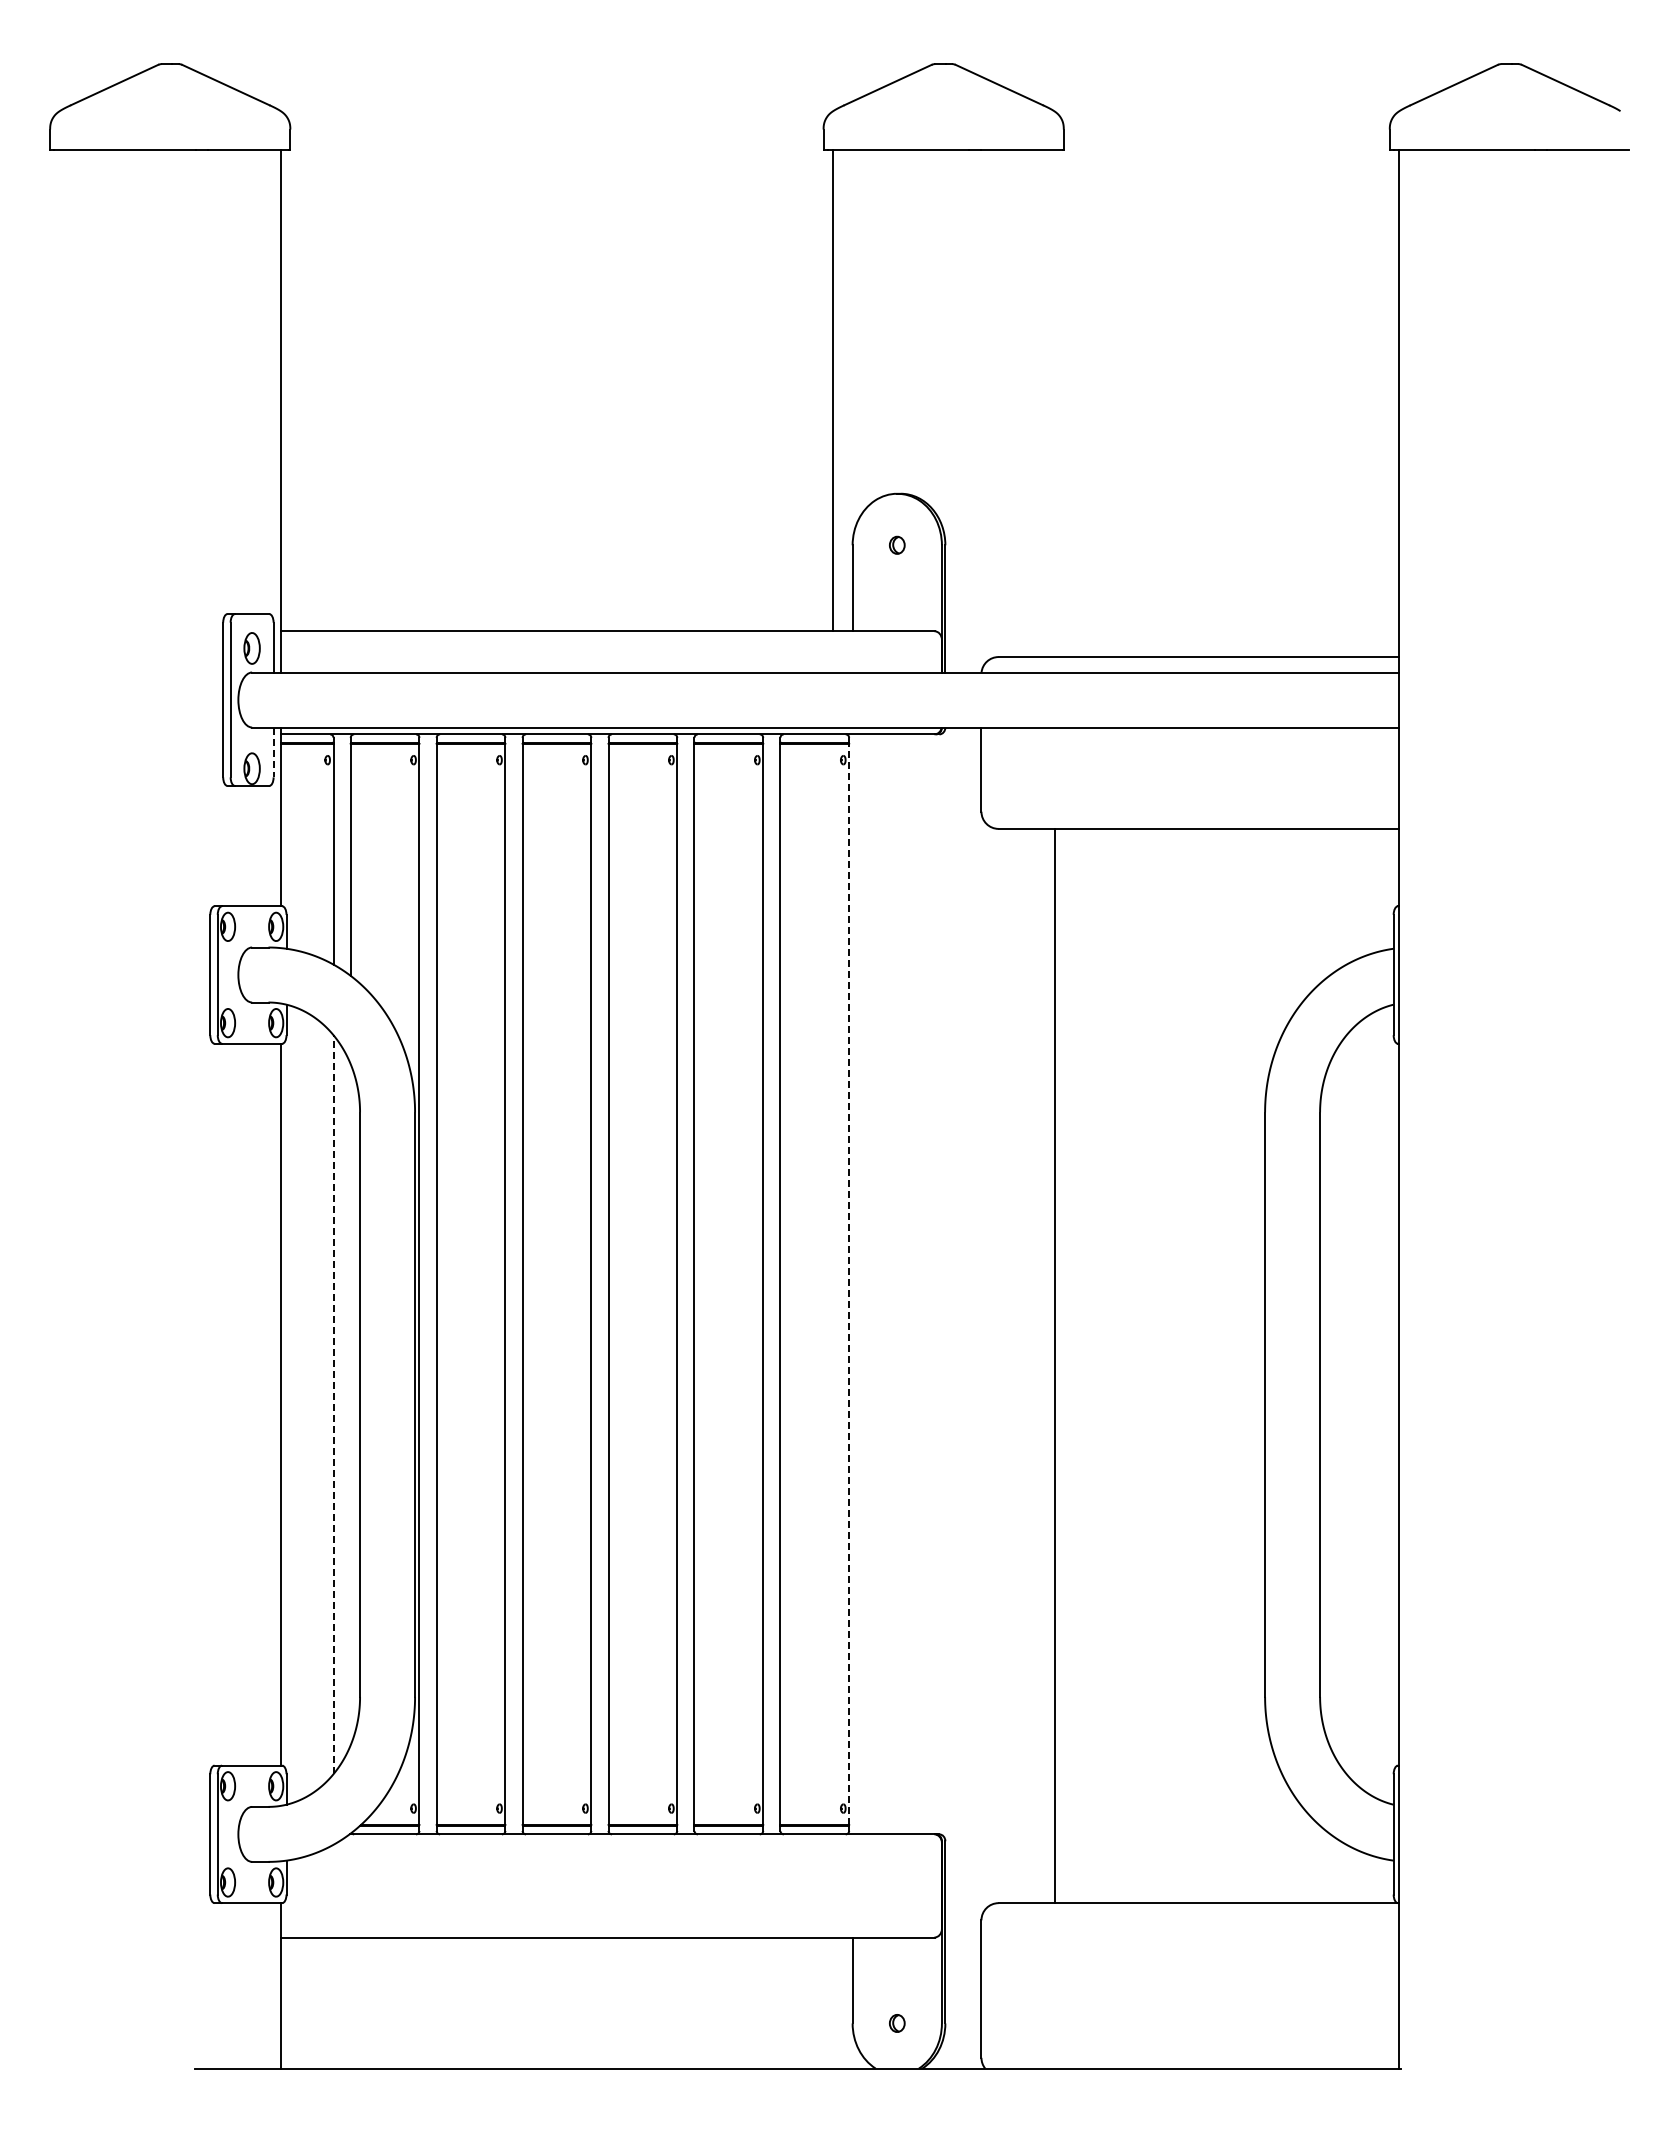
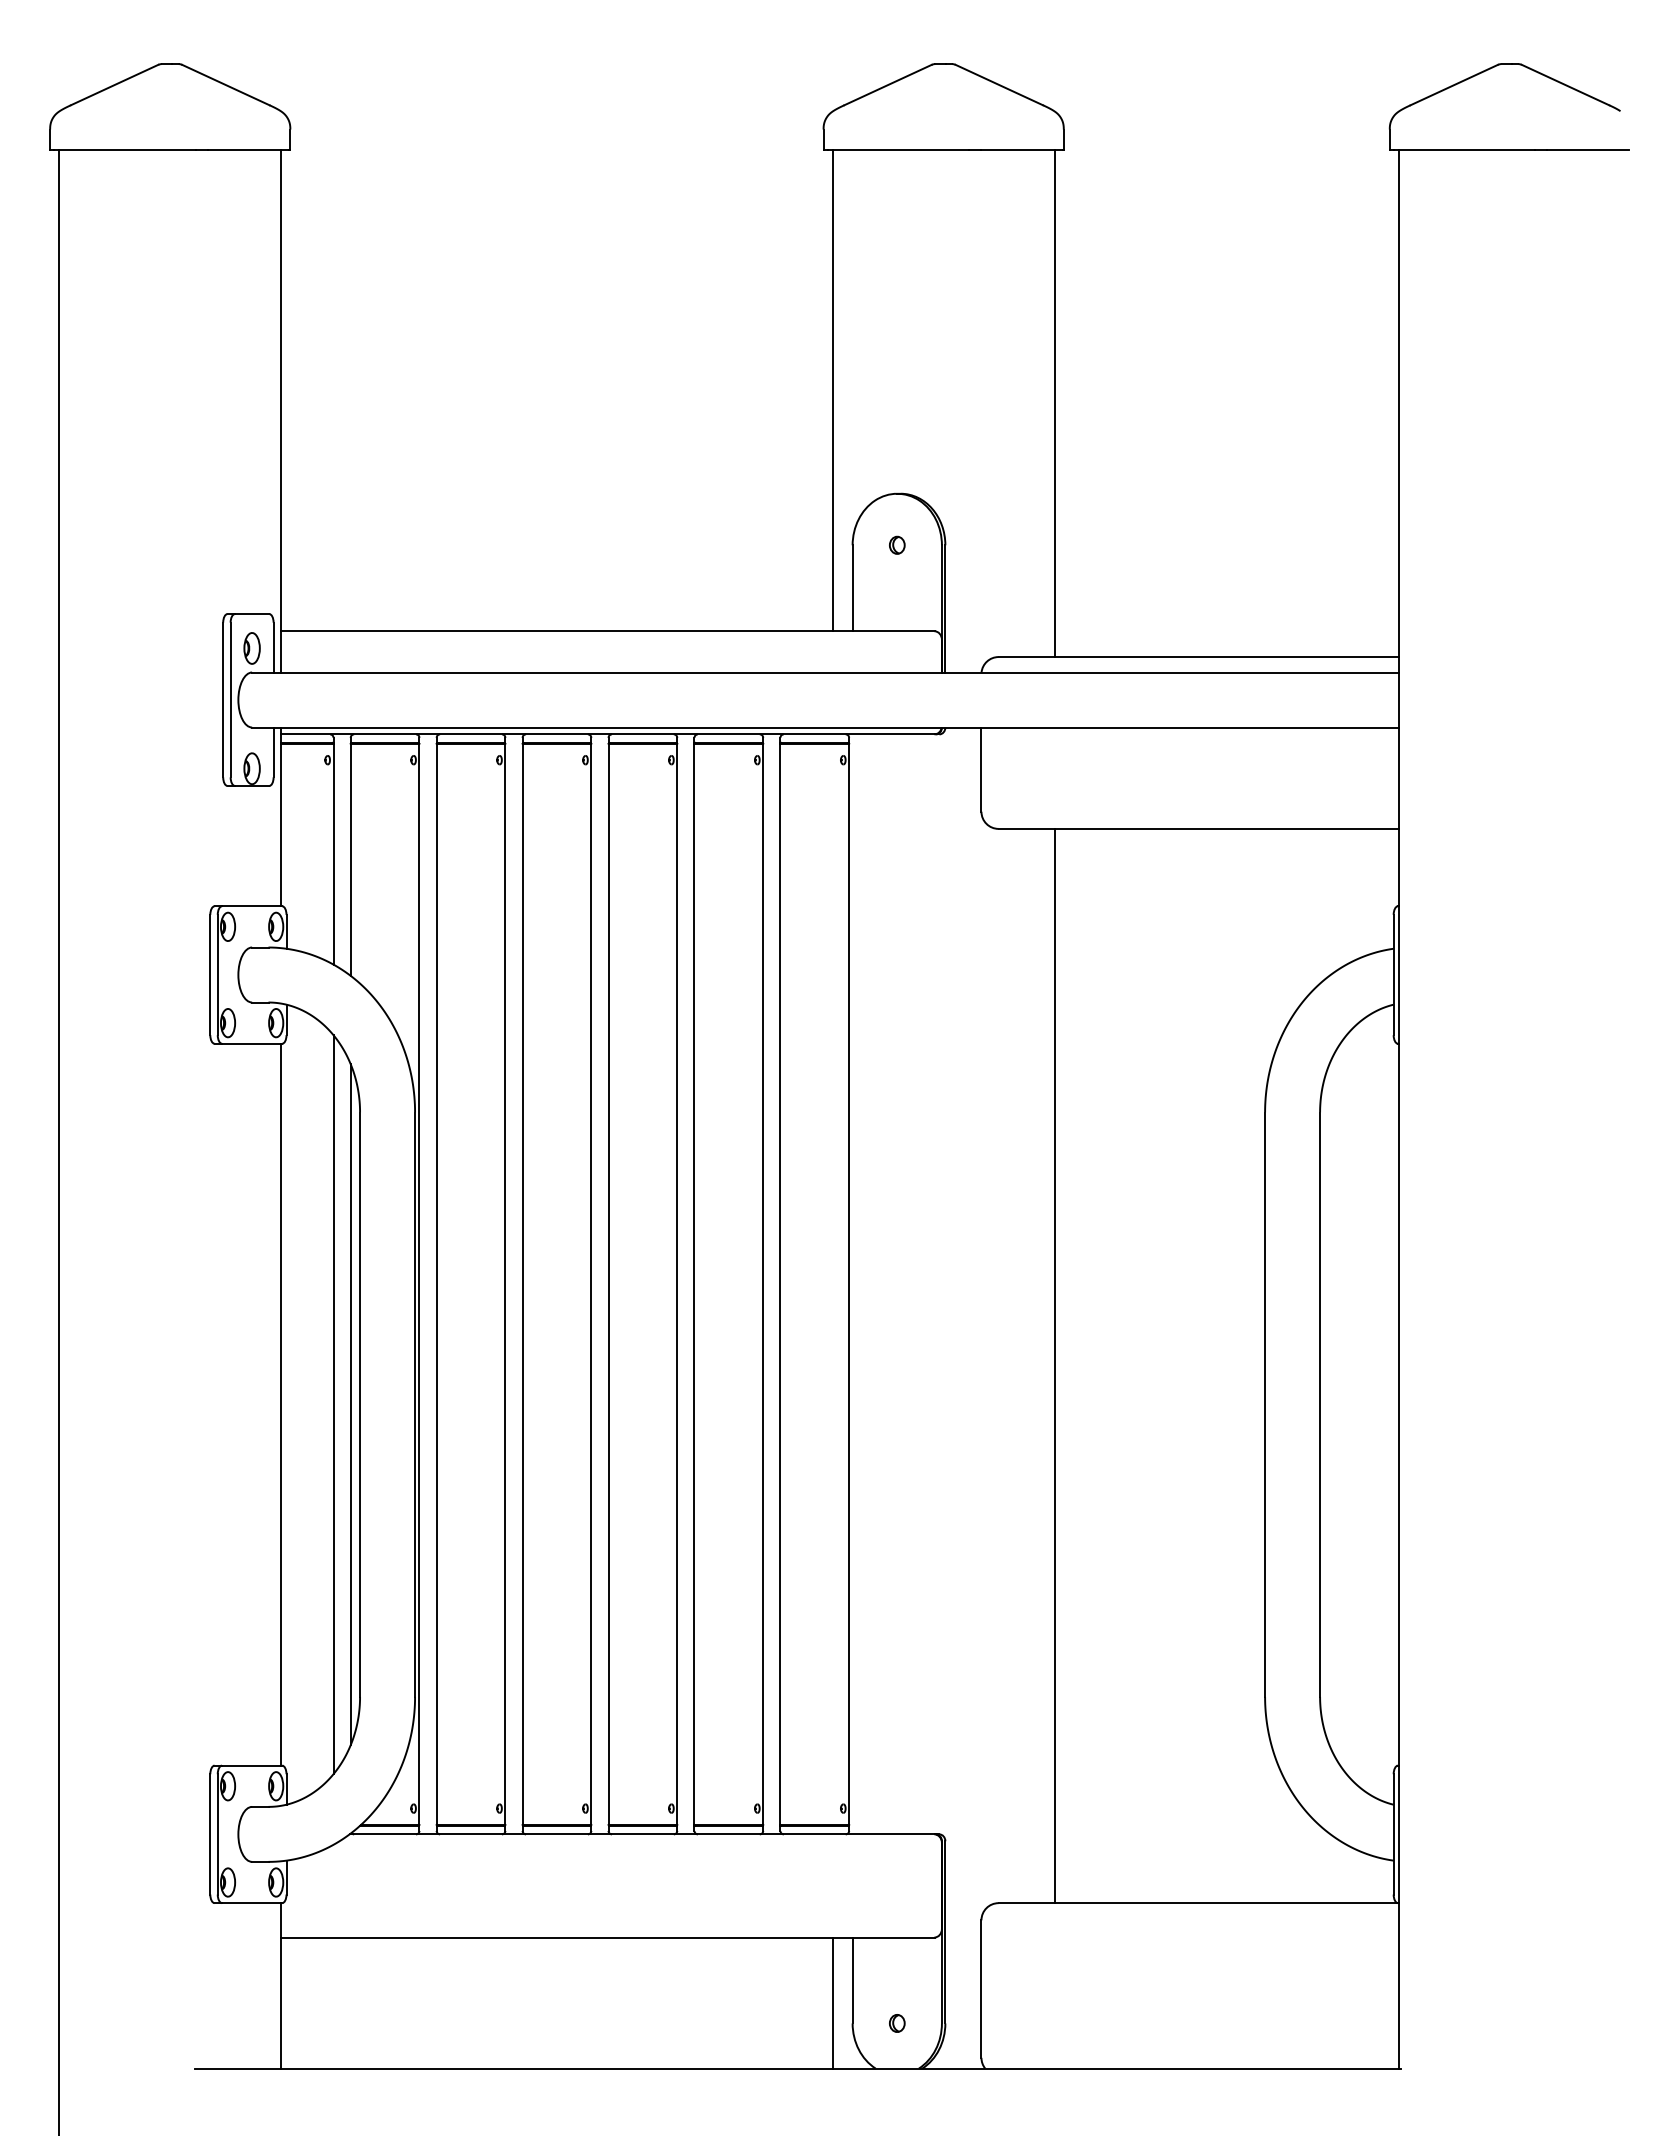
line at (1054, 403): none -> present
line at (273, 752): dashed -> solid
line at (59, 1141): none -> present
line at (849, 1284): dashed -> solid
line at (333, 1404): dashed -> solid
line at (350, 1404): none -> present
line at (832, 2002): none -> present
